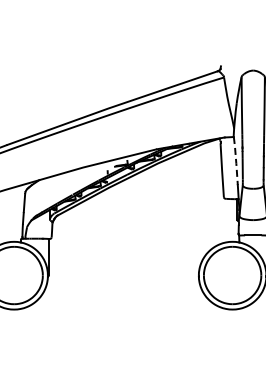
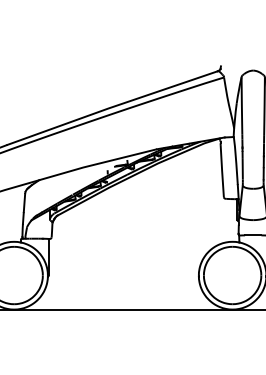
line at (236, 160): dashed -> solid
line at (132, 309): none -> present
